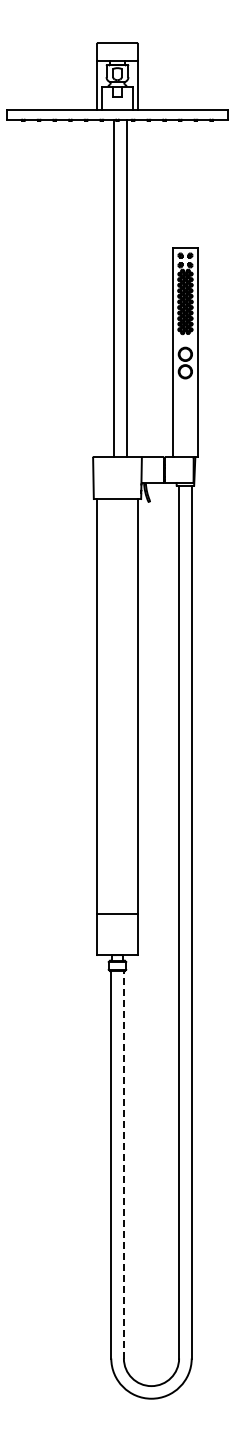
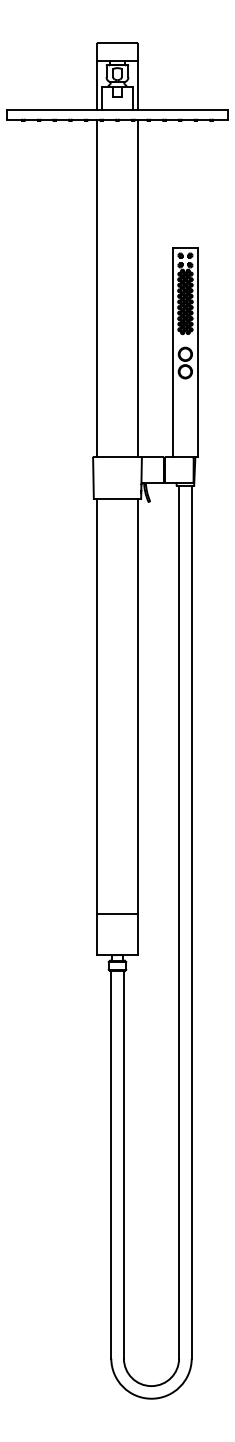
line at (114, 288) position: (114, 288) -> (97, 288)
line at (126, 288) position: (126, 288) -> (137, 288)
line at (123, 1164): dashed -> solid
